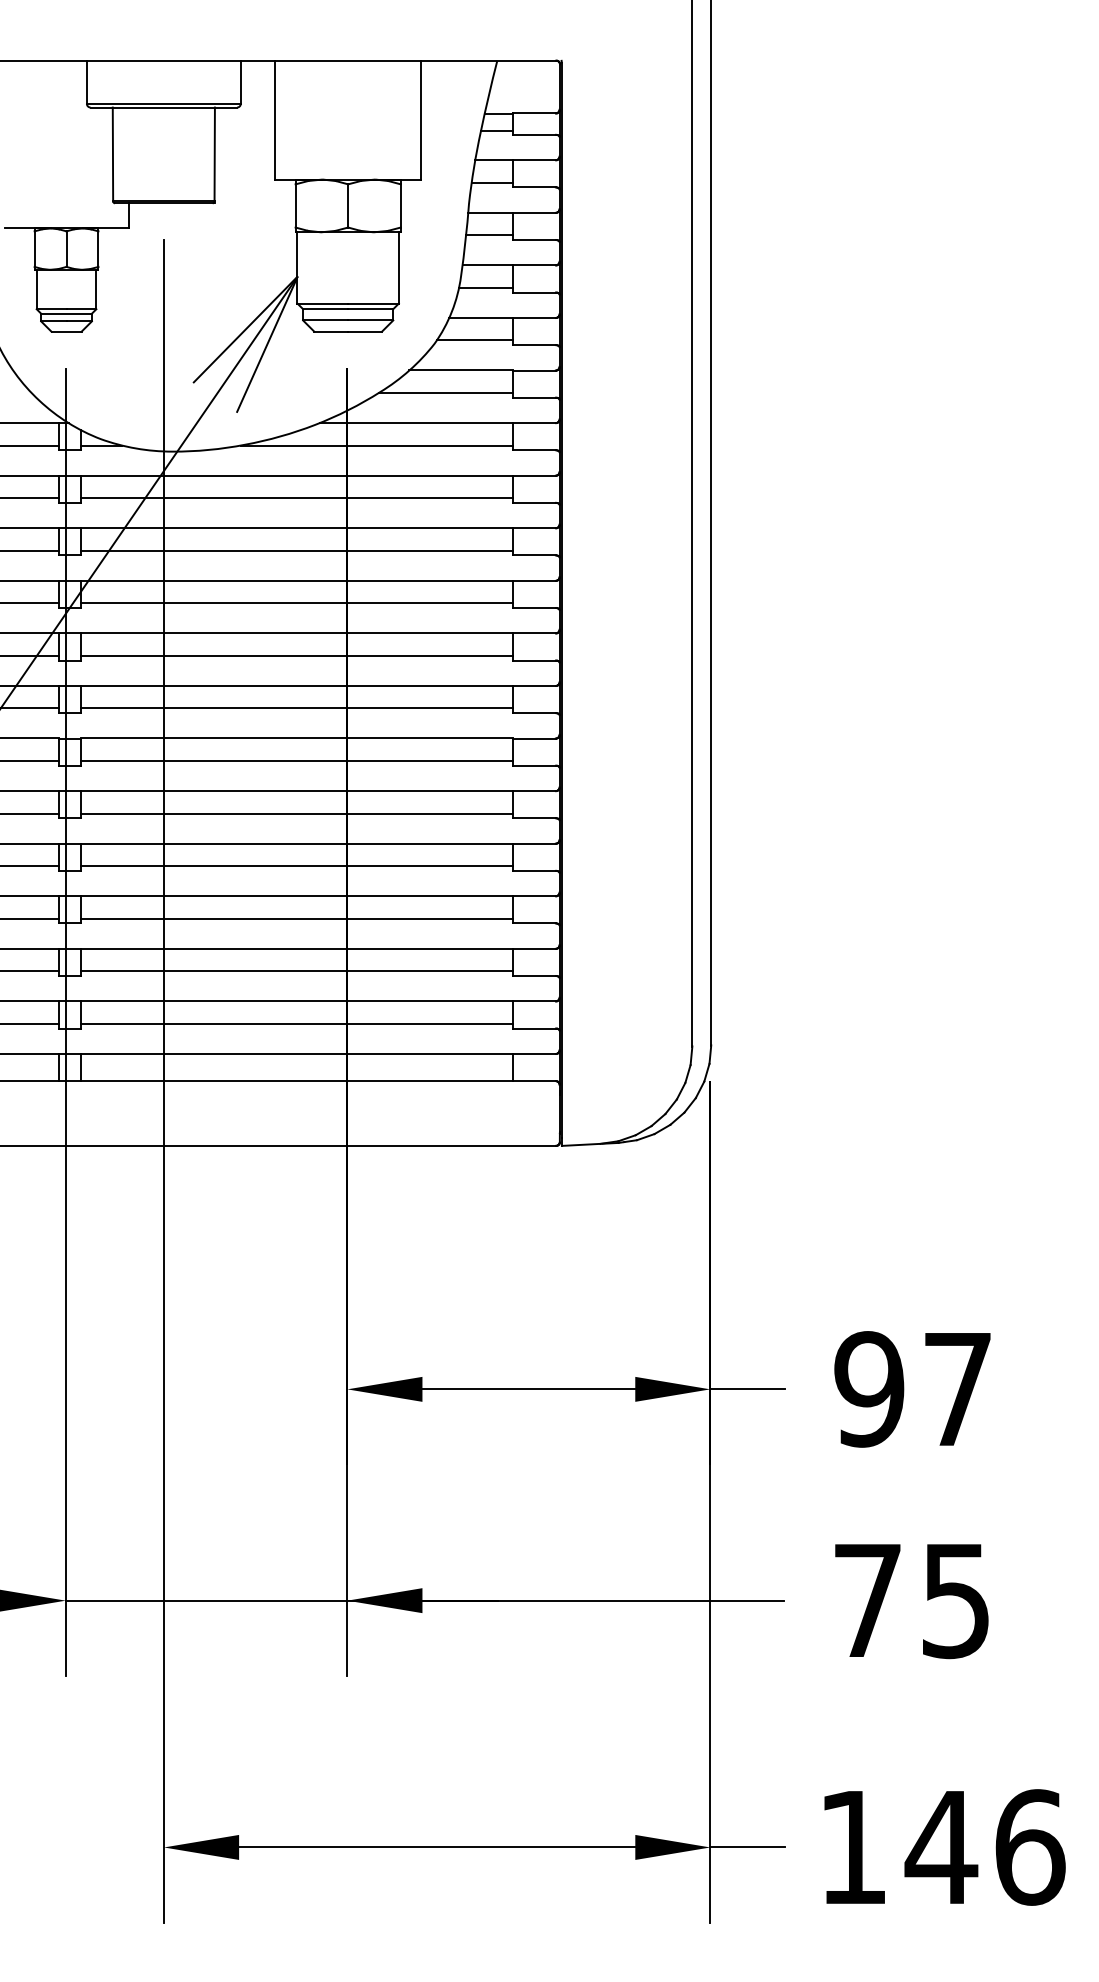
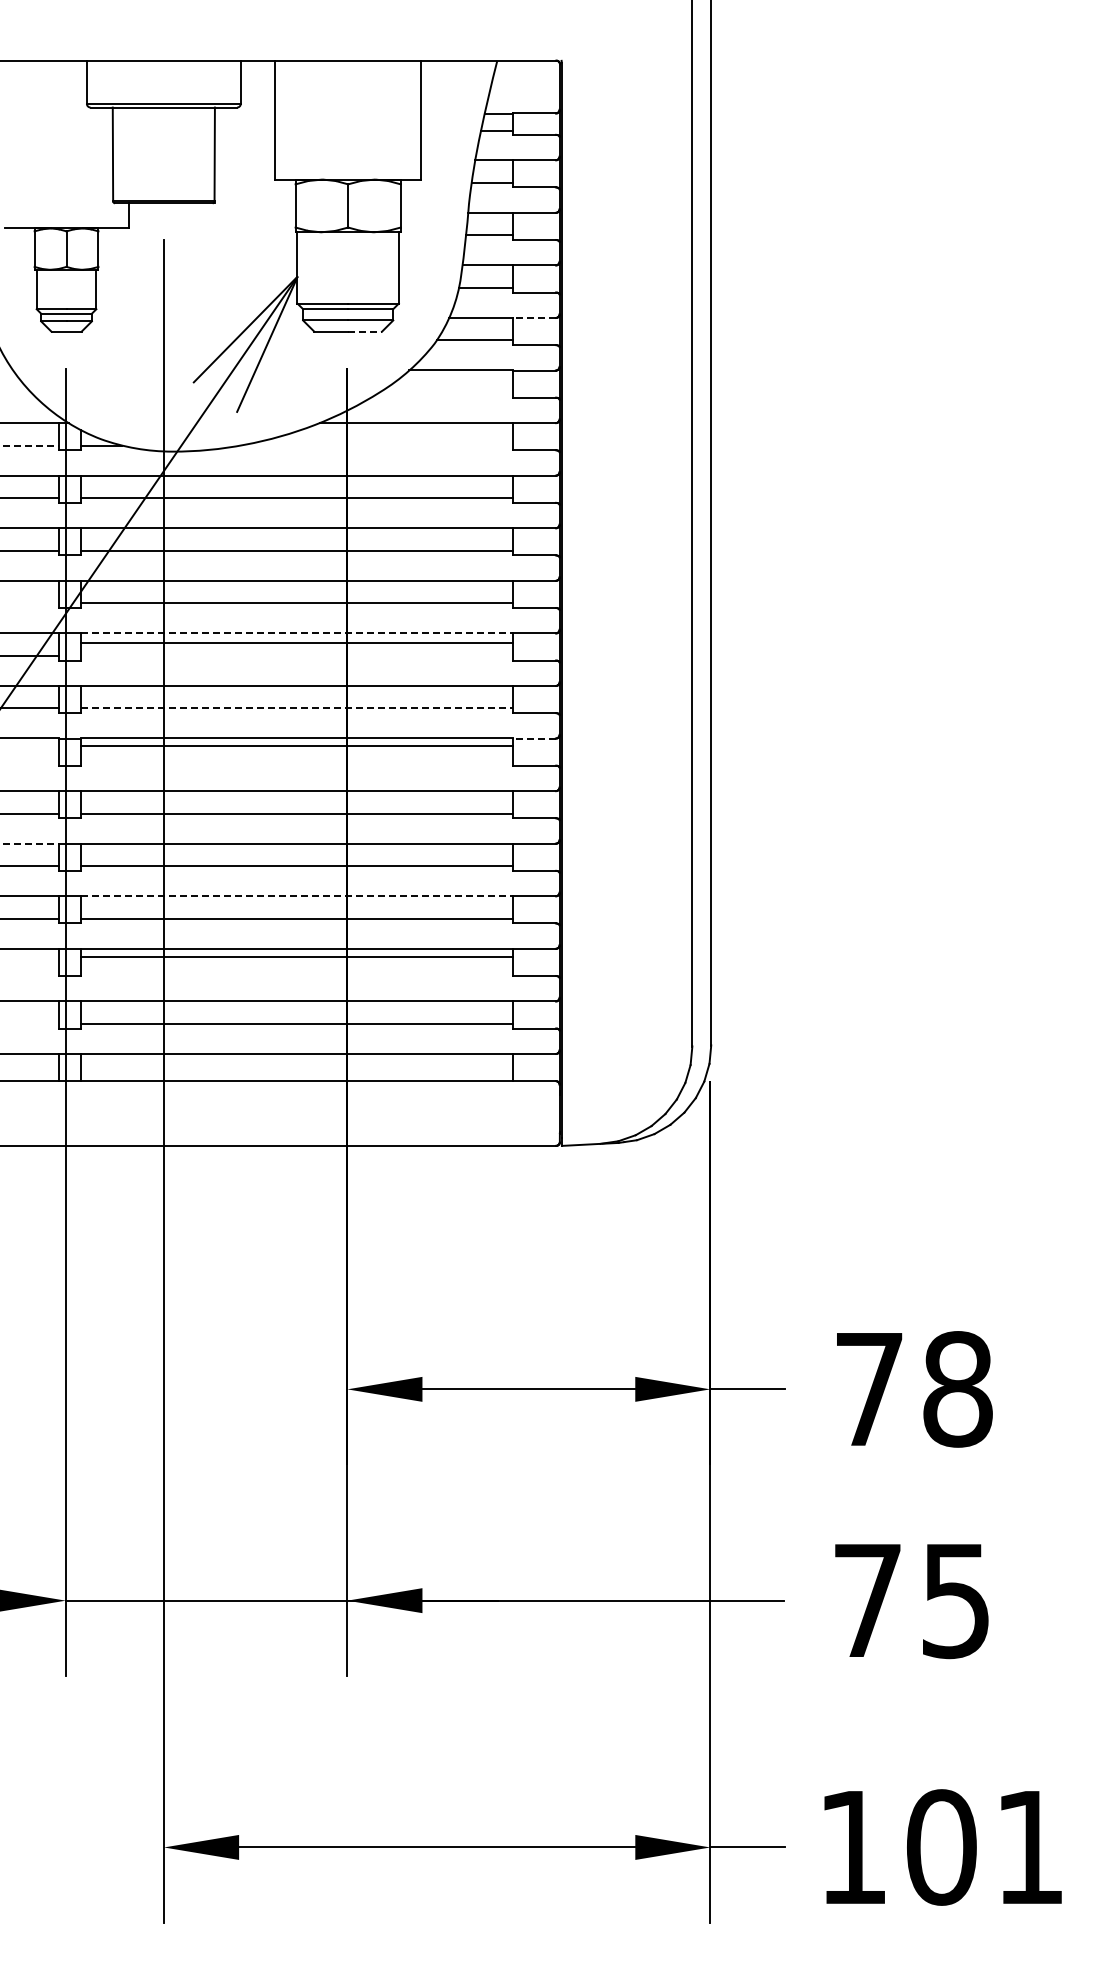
line at (533, 317): solid -> dashed
line at (365, 331): solid -> dashed
line at (445, 393): present -> none
line at (29, 445): solid -> dashed
line at (376, 445): present -> none
line at (30, 603): present -> none
line at (297, 633): solid -> dashed
line at (297, 655) position: (297, 655) -> (297, 642)
line at (297, 708): solid -> dashed
line at (533, 738): solid -> dashed
line at (30, 761): present -> none
line at (297, 761) position: (297, 761) -> (297, 746)
line at (29, 843): solid -> dashed
line at (297, 896): solid -> dashed
line at (30, 971): present -> none
line at (297, 971) position: (297, 971) -> (297, 957)
line at (30, 1023): present -> none
text at (913, 1389): 97 -> 78
text at (984, 1847): 146 -> 101
